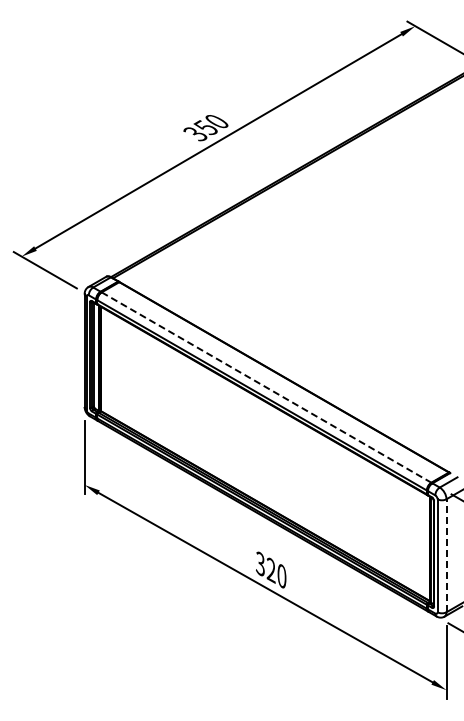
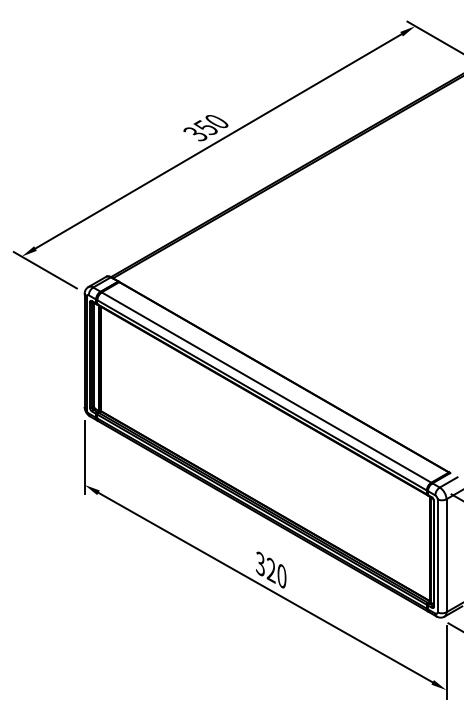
line at (266, 387): dashed -> solid
line at (446, 555): dashed -> solid
